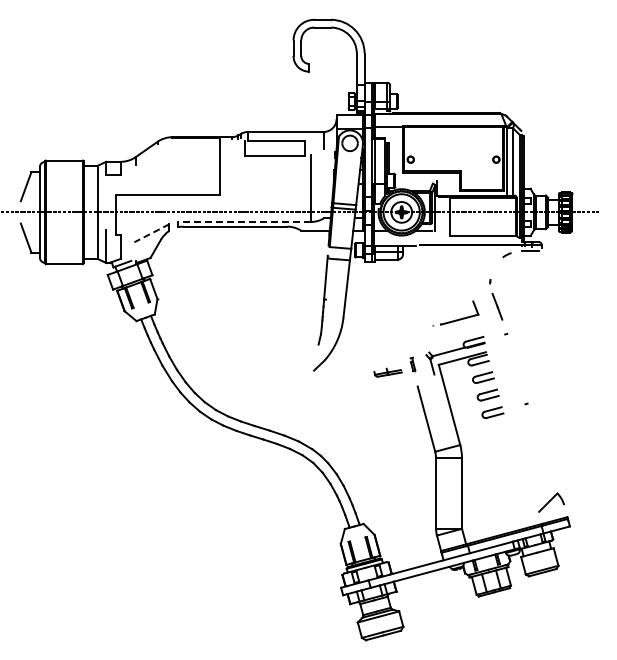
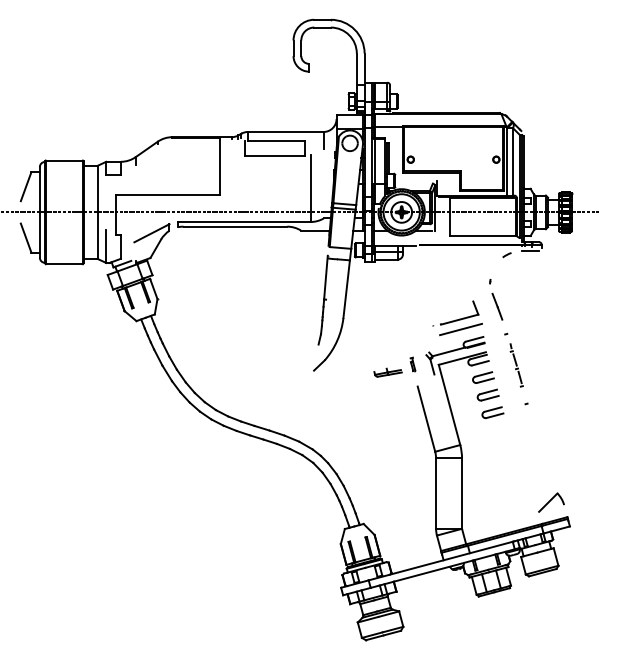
line at (244, 222): dashed -> solid
line at (151, 233): dashed -> solid
line at (461, 329): none -> present
part at (516, 365): none -> present
